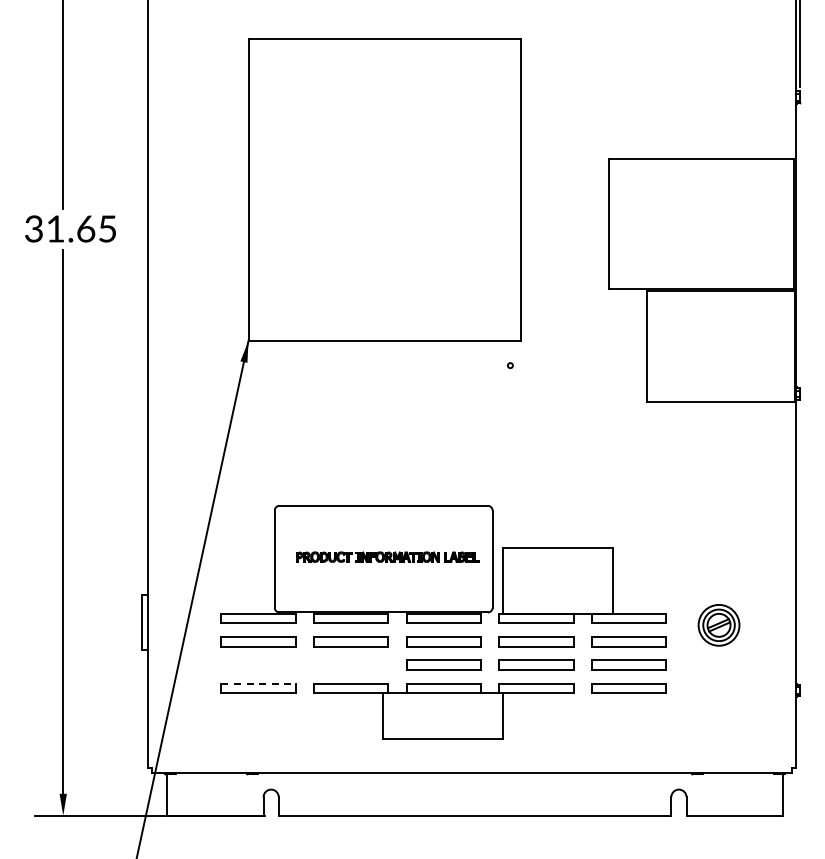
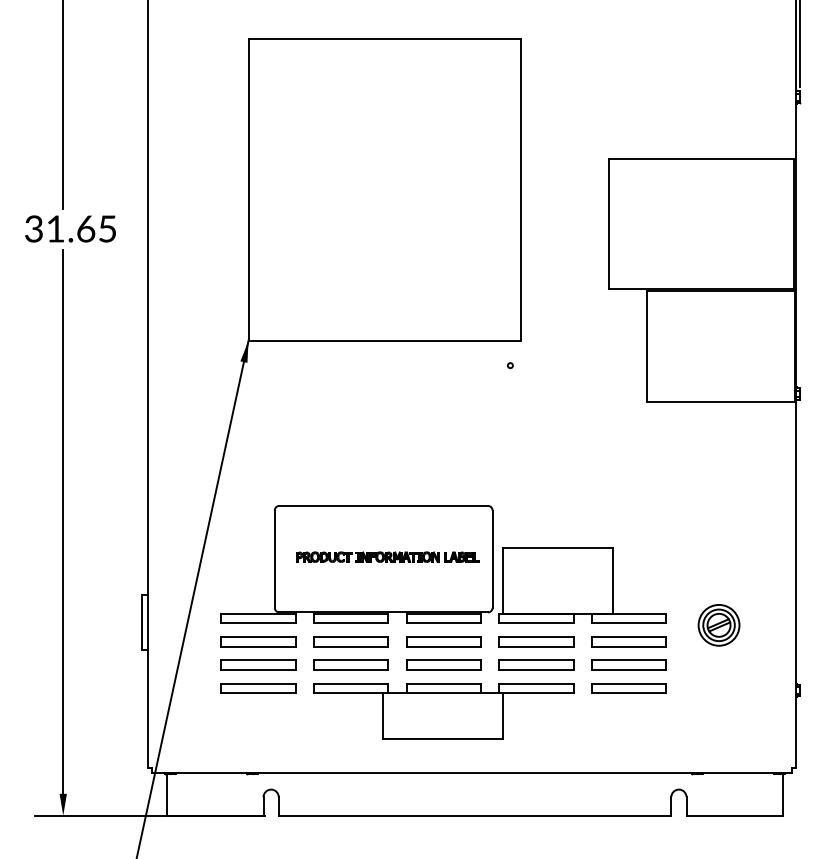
part at (258, 664): none -> present
part at (350, 664): none -> present
line at (258, 683): dashed -> solid
